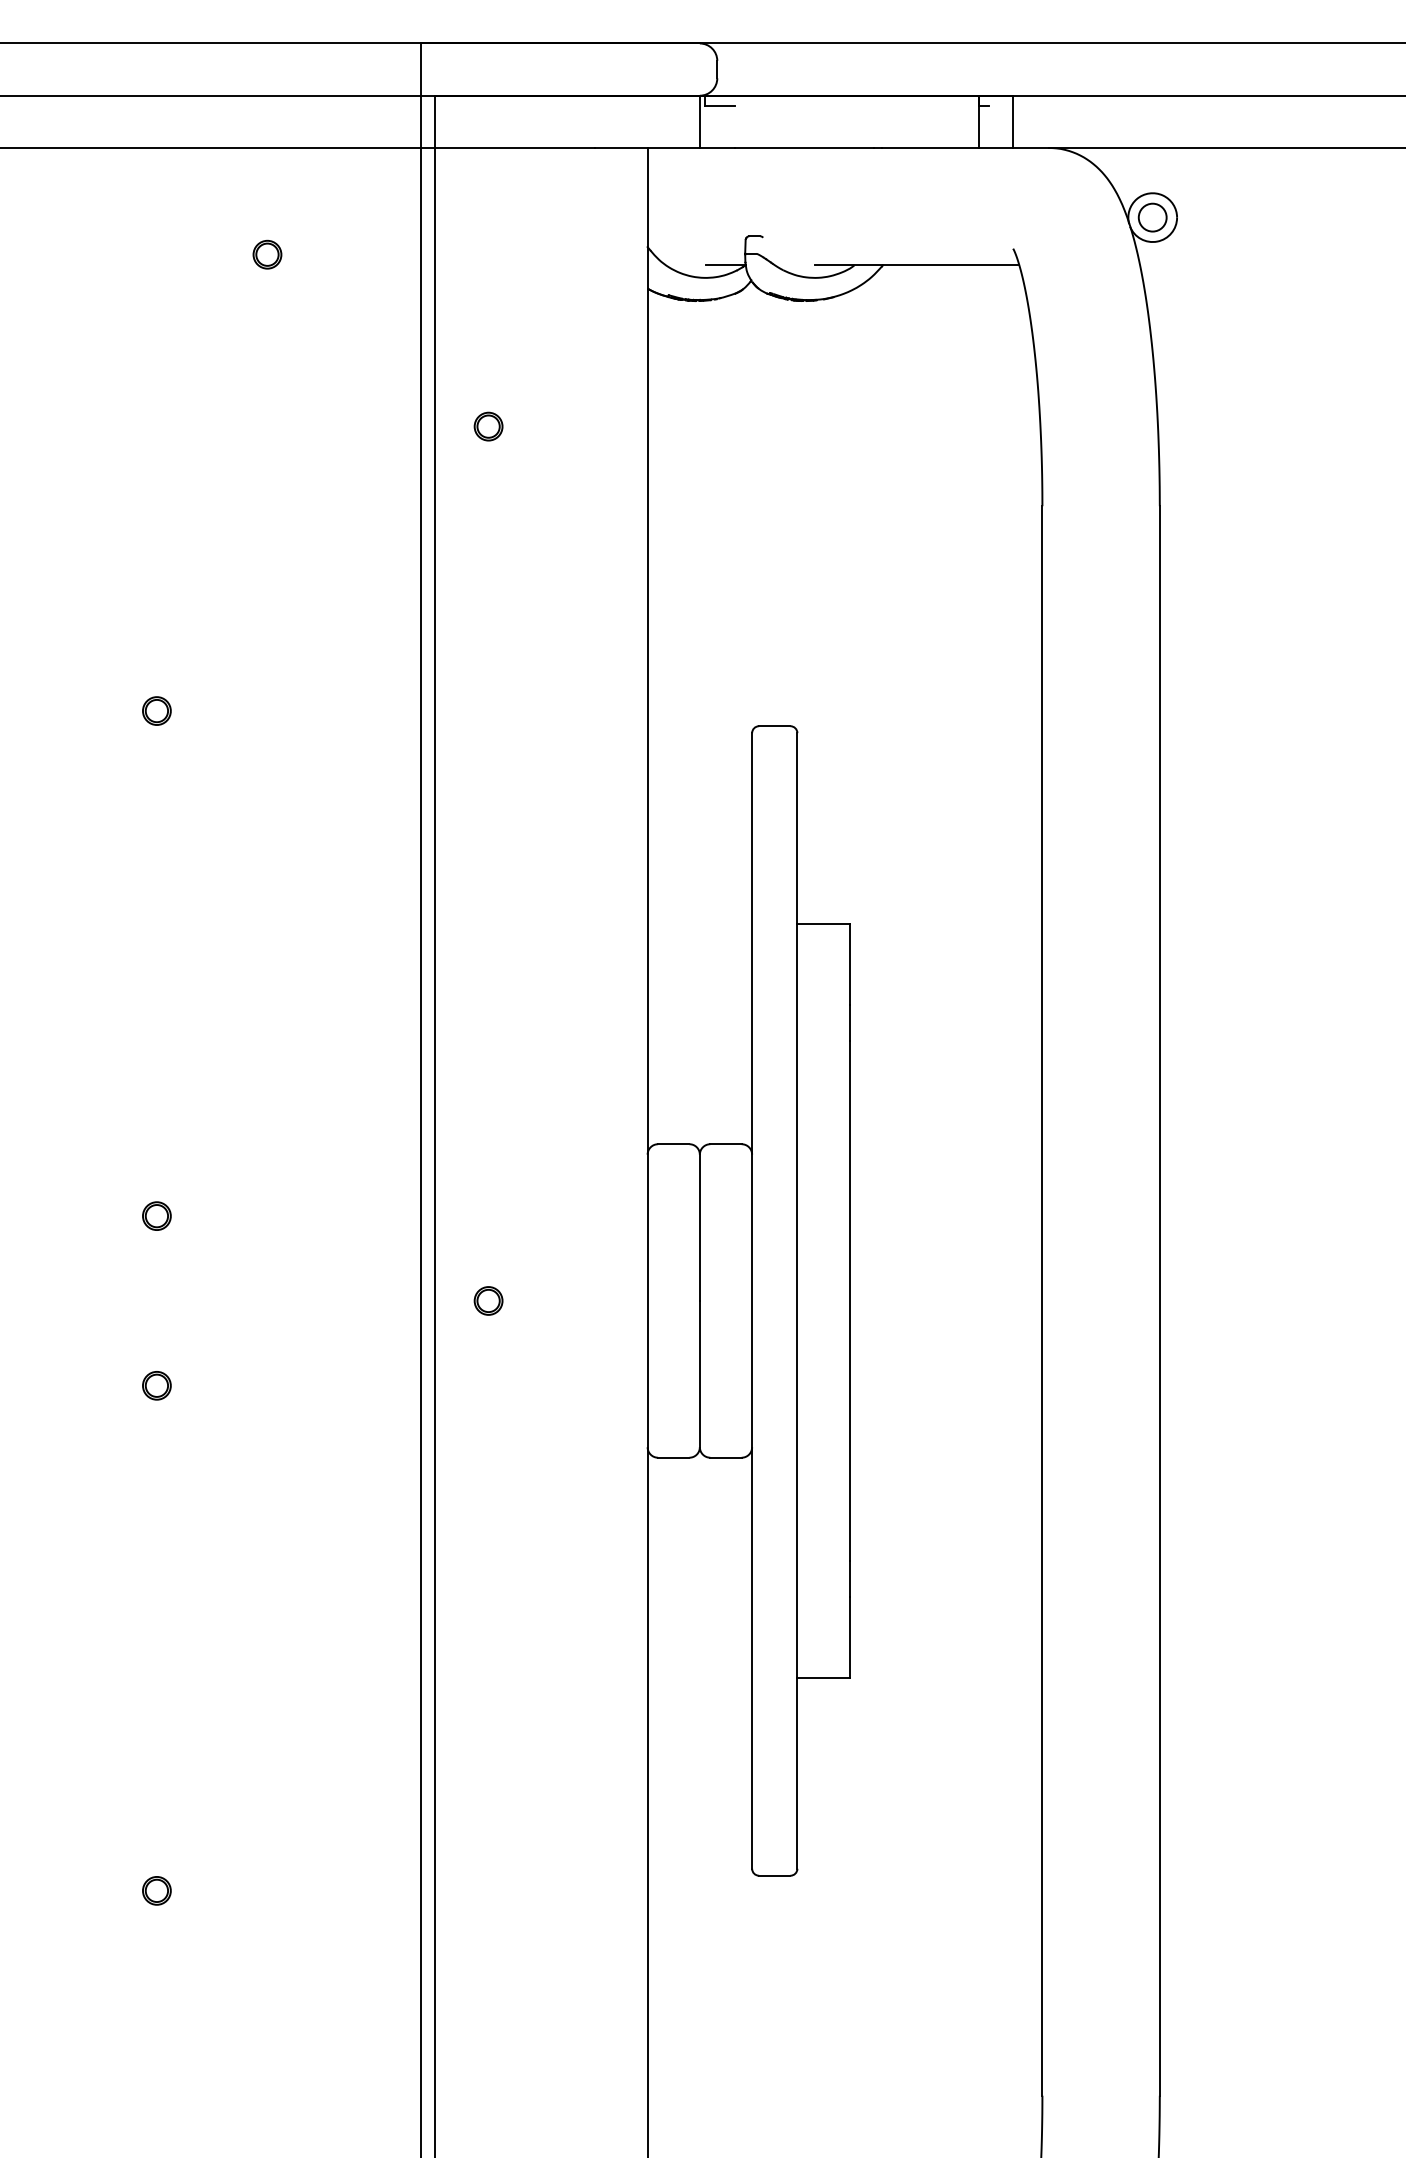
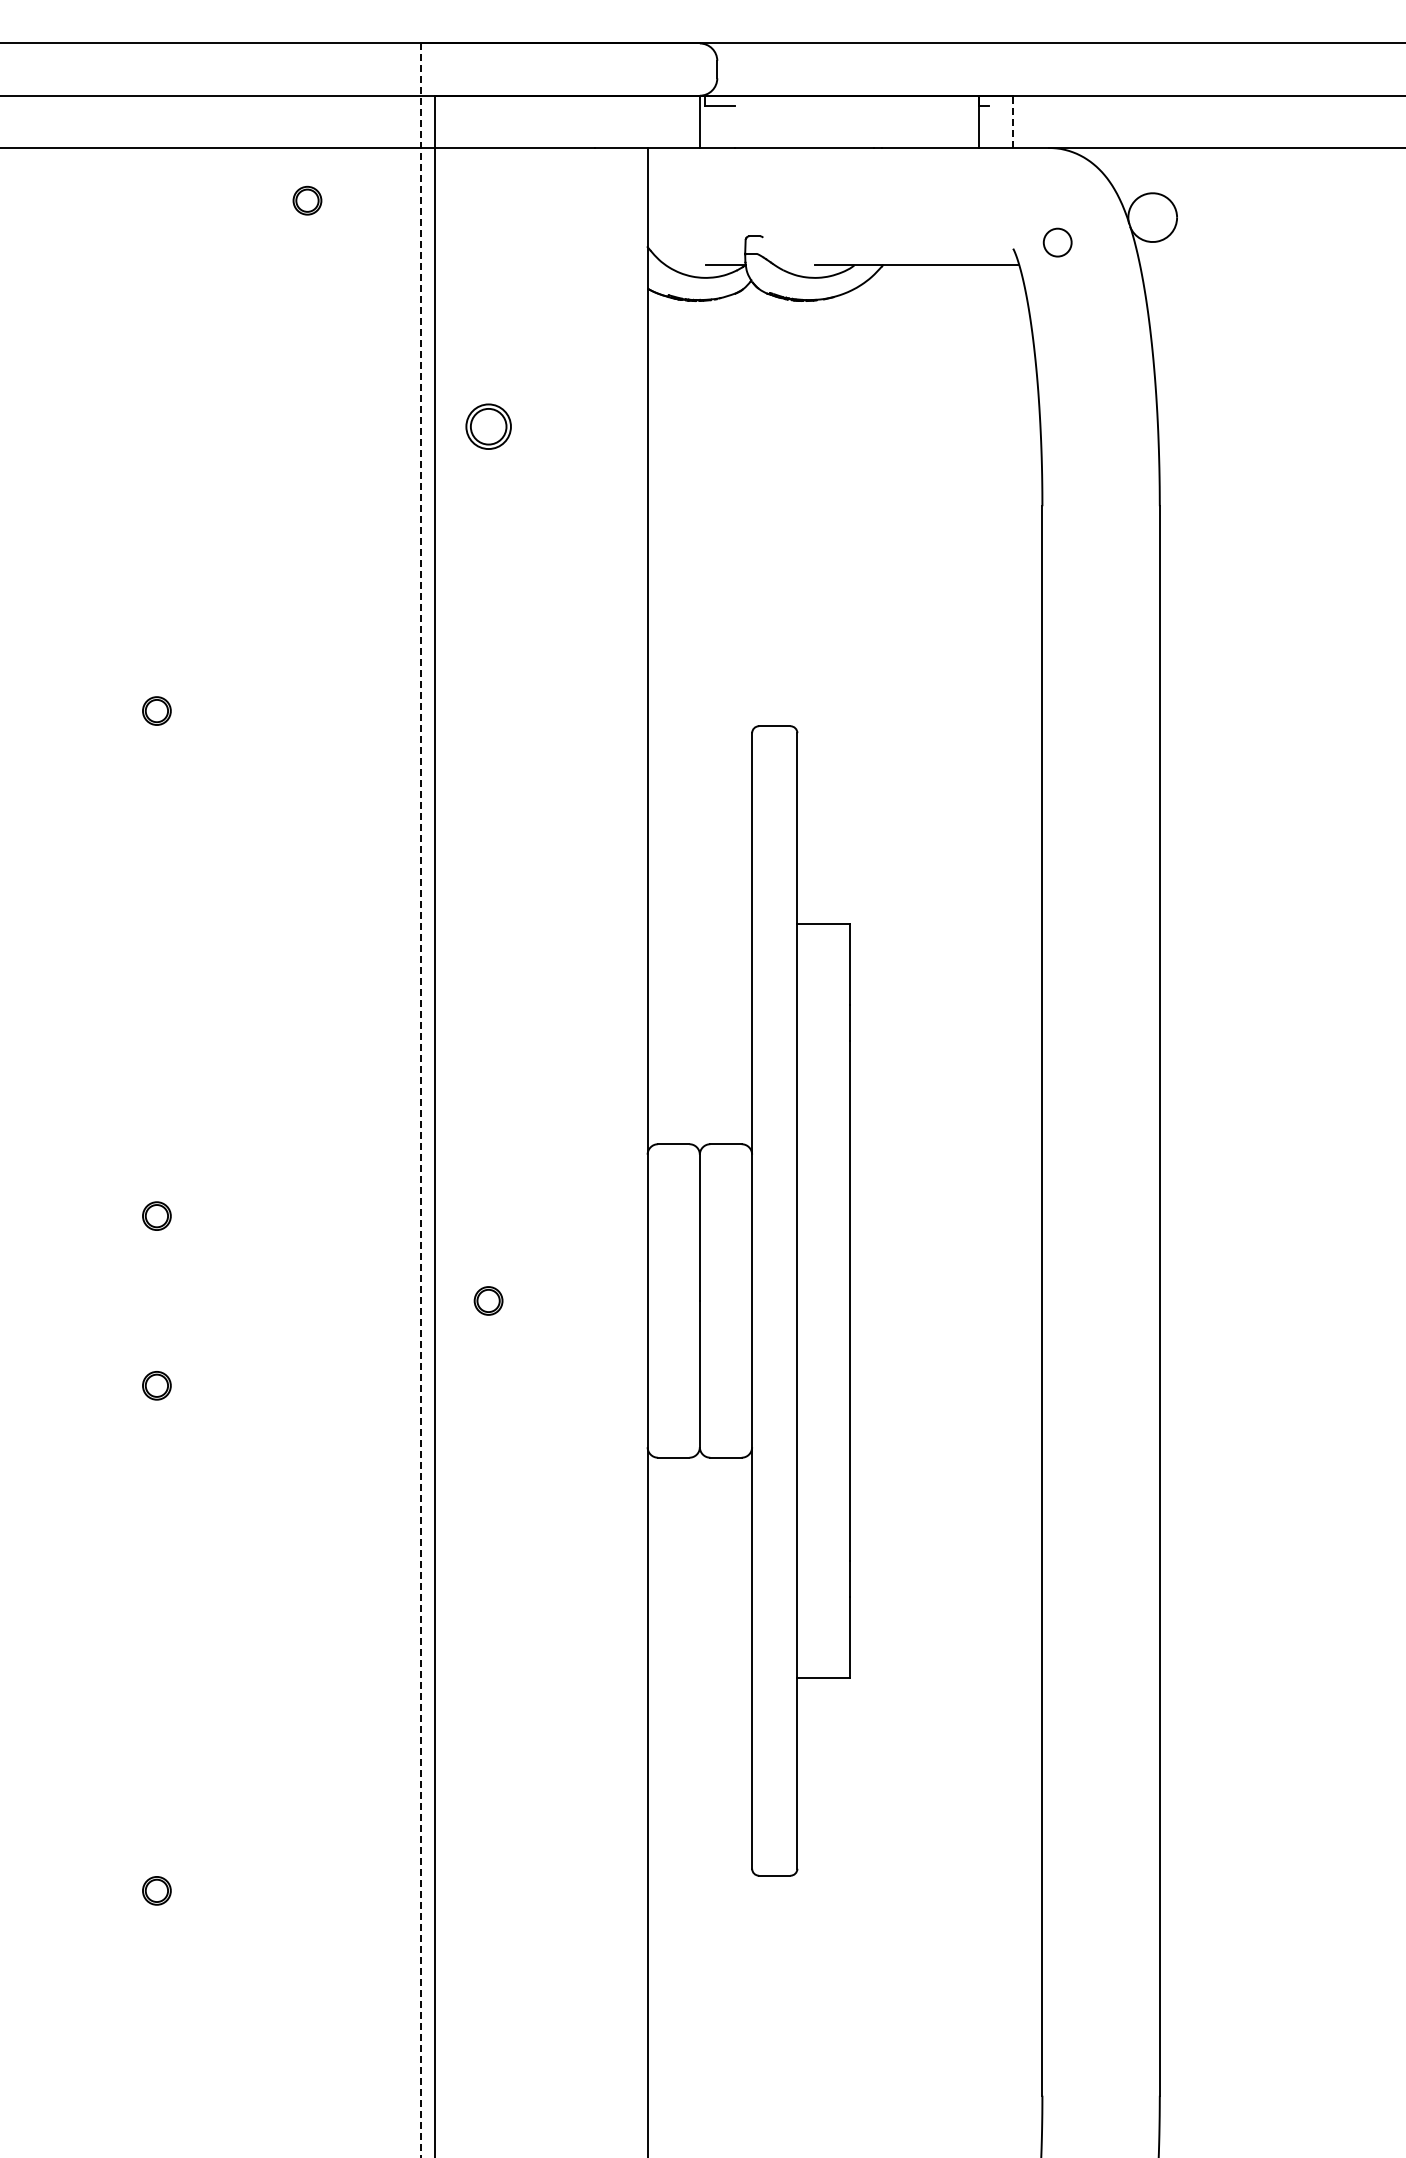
line at (1013, 121): solid -> dashed
circle at (1152, 217) position: (1152, 217) -> (1057, 242)
part at (267, 254) position: (267, 254) -> (307, 200)
part at (488, 426) size: 31x31 px -> 47x47 px
line at (421, 1101): solid -> dashed
